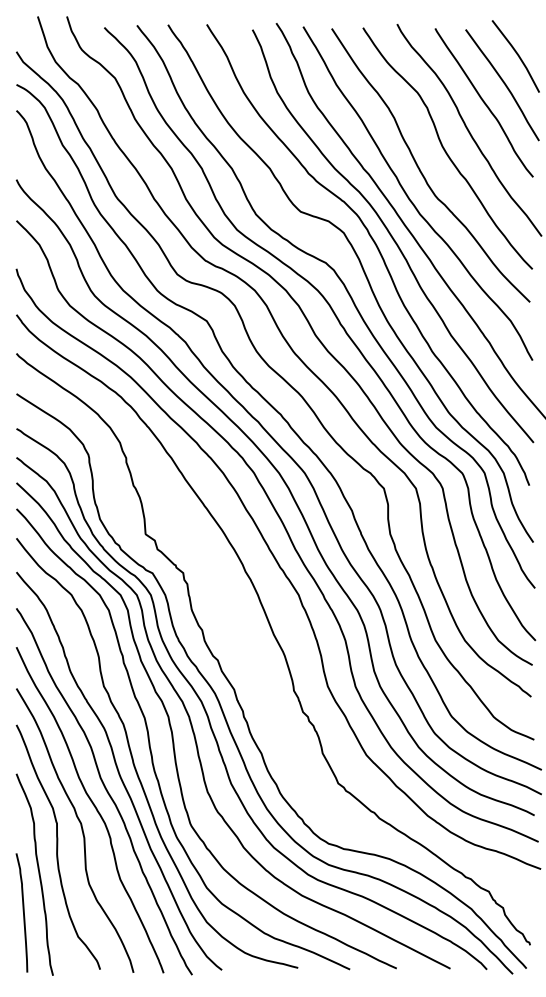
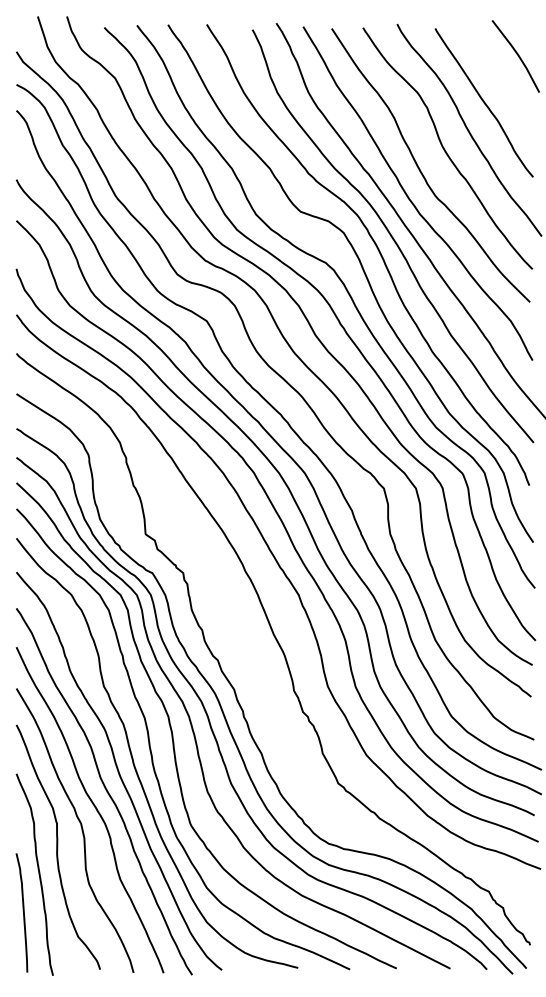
curve at (504, 85): present -> none
